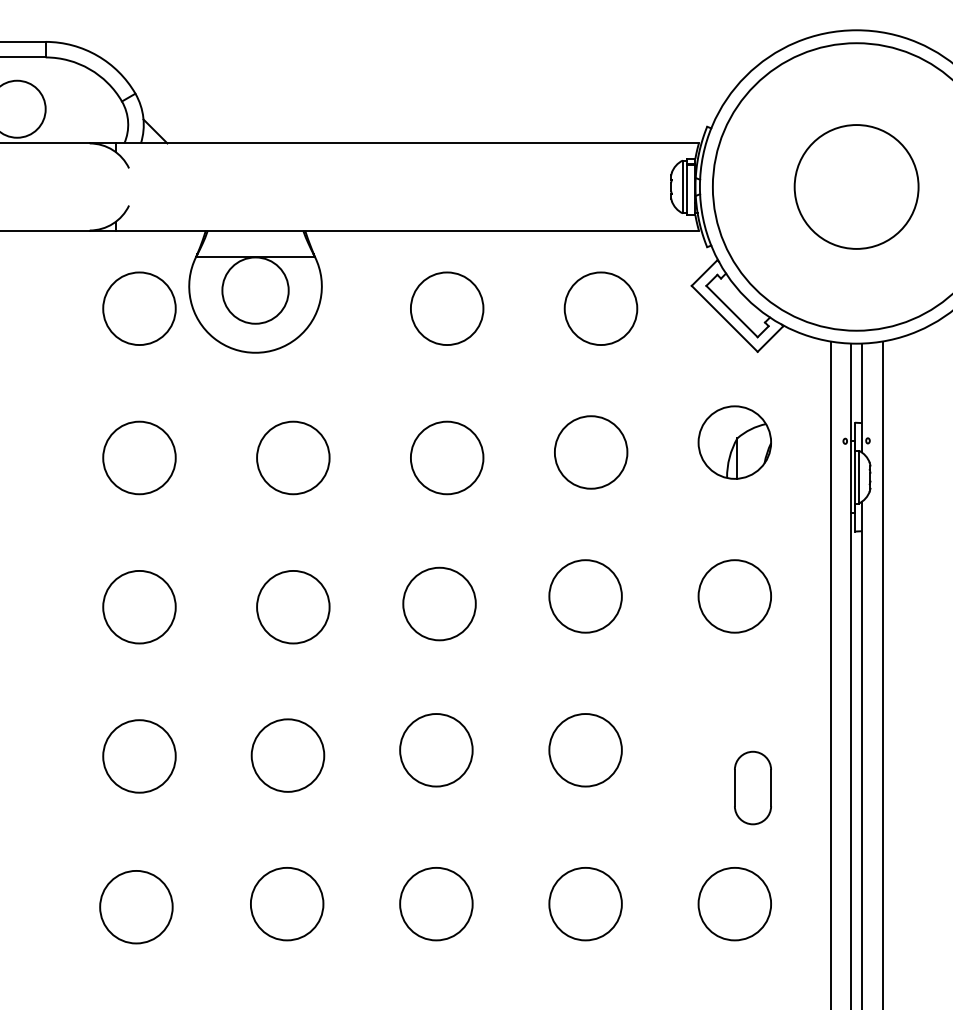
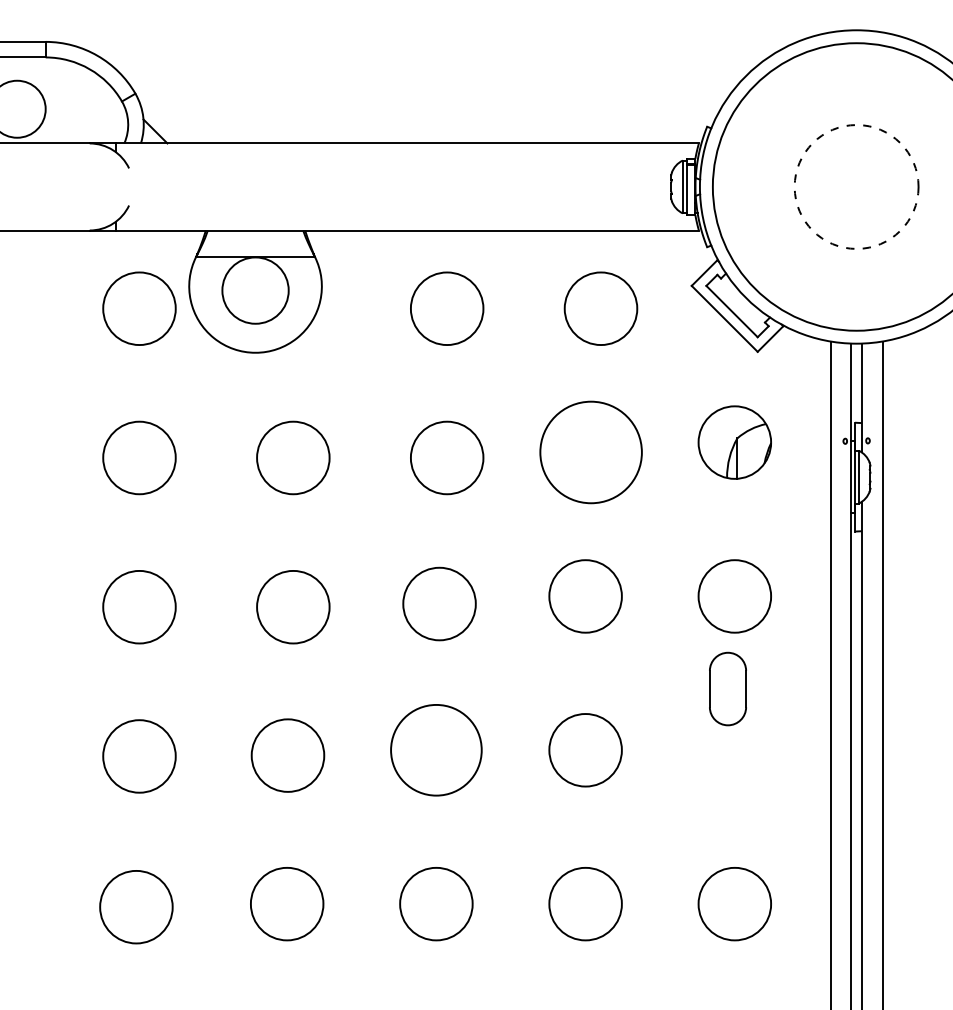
circle at (856, 186): solid -> dashed
circle at (590, 452) diameter: 73 px -> 102 px
circle at (436, 750) diameter: 73 px -> 91 px
part at (752, 787) position: (752, 787) -> (727, 688)
